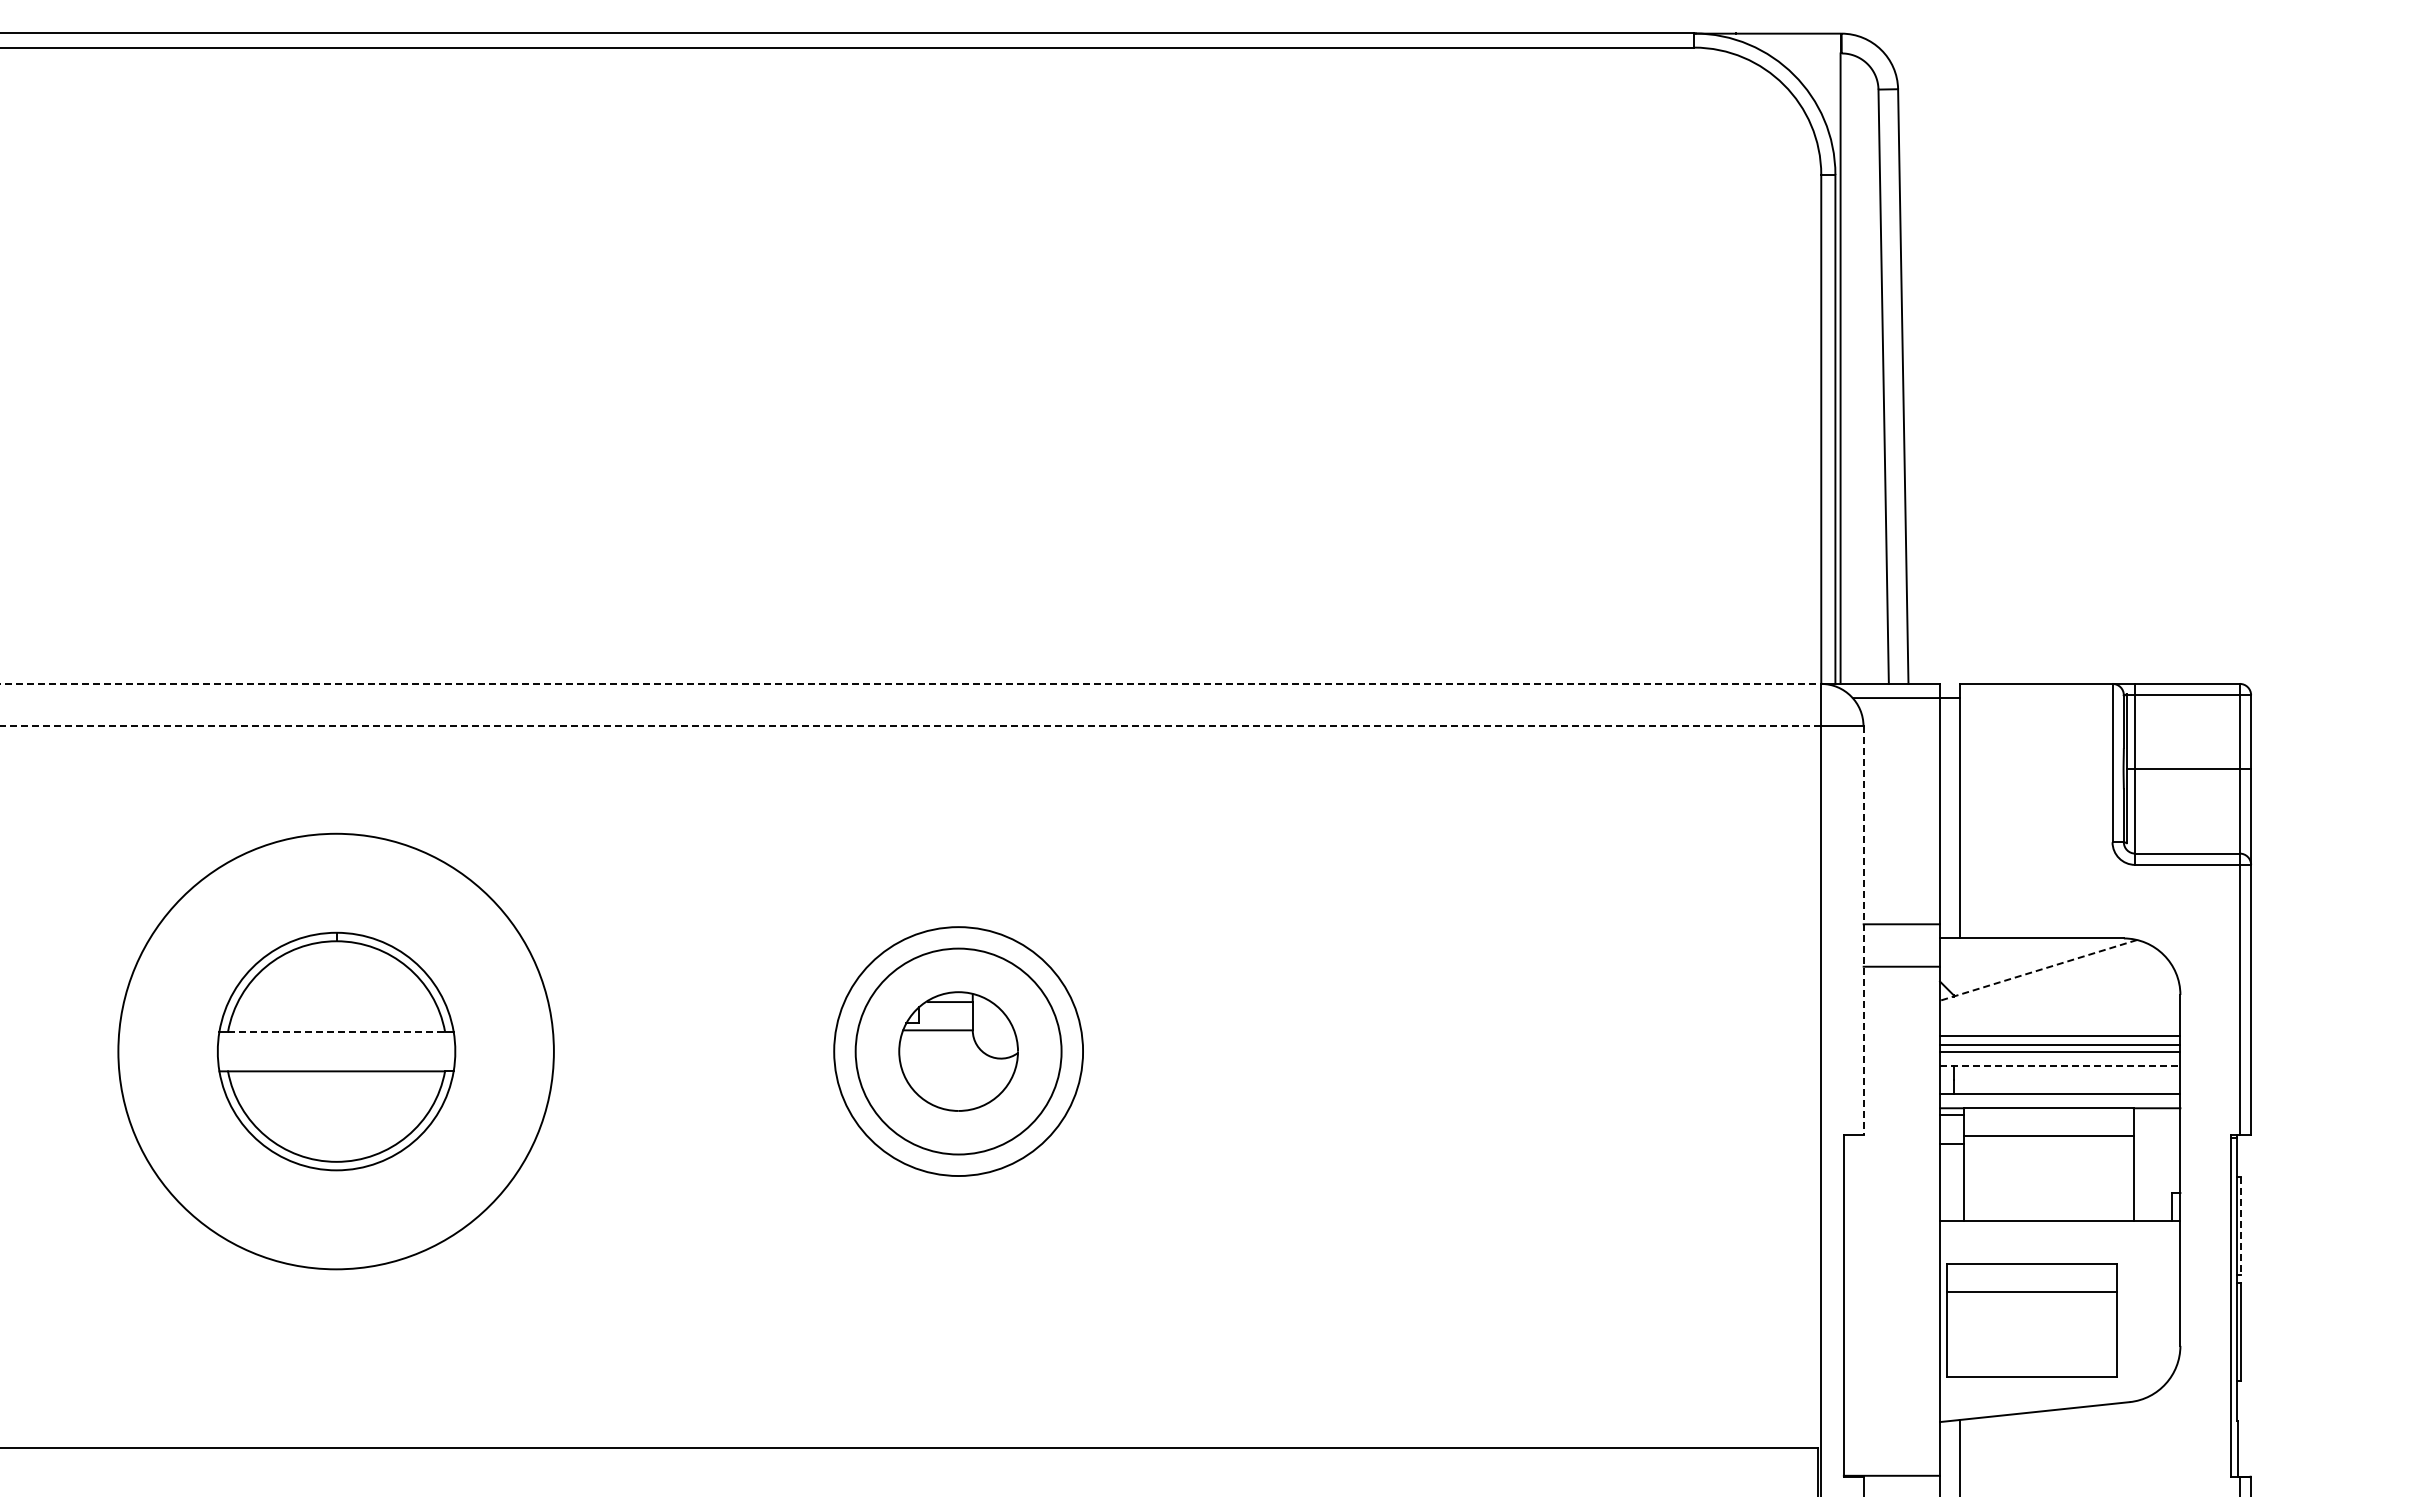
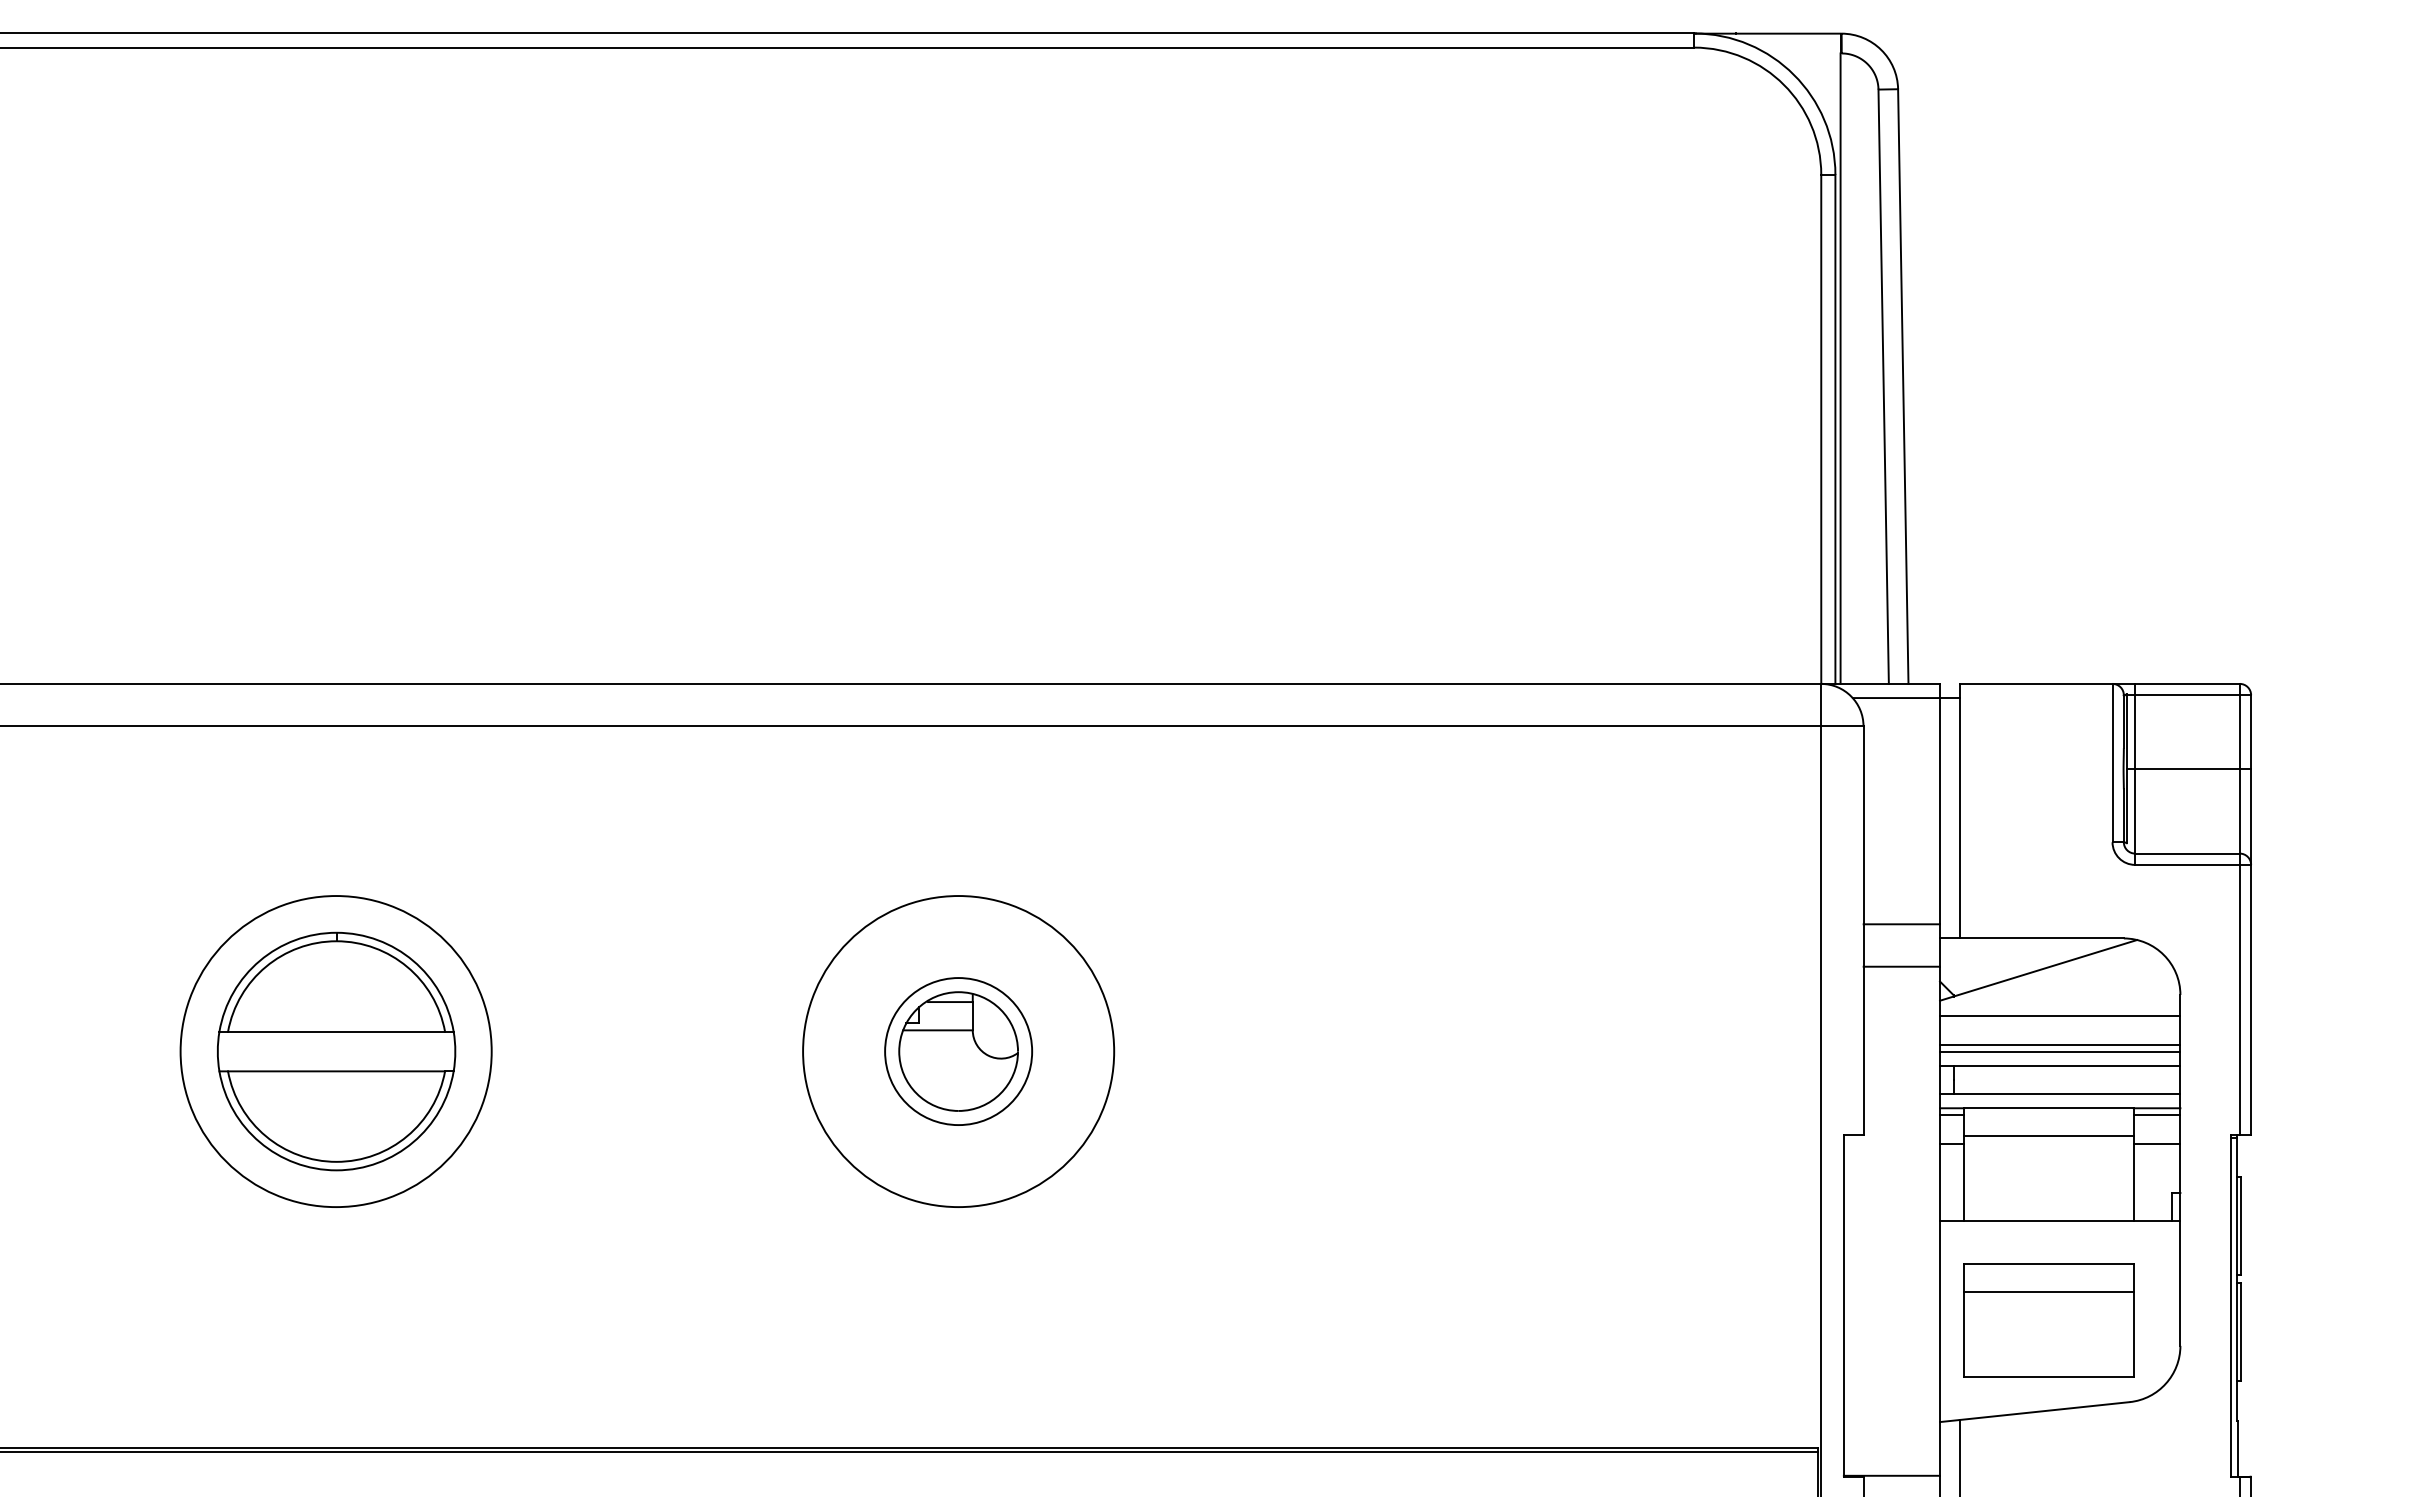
line at (911, 683): dashed -> solid
line at (910, 726): dashed -> solid
line at (1863, 931): dashed -> solid
line at (2038, 970): dashed -> solid
line at (336, 1031): dashed -> solid
line at (2060, 1036) position: (2060, 1036) -> (2060, 1016)
circle at (335, 1051) diameter: 436 px -> 311 px
circle at (958, 1051) diameter: 206 px -> 147 px
circle at (958, 1051) diameter: 249 px -> 311 px
line at (2060, 1065): dashed -> solid
line at (2156, 1114): none -> present
line at (2156, 1143): none -> present
line at (2241, 1226): dashed -> solid
part at (2031, 1320) position: (2031, 1320) -> (2048, 1320)
line at (910, 1452): none -> present
